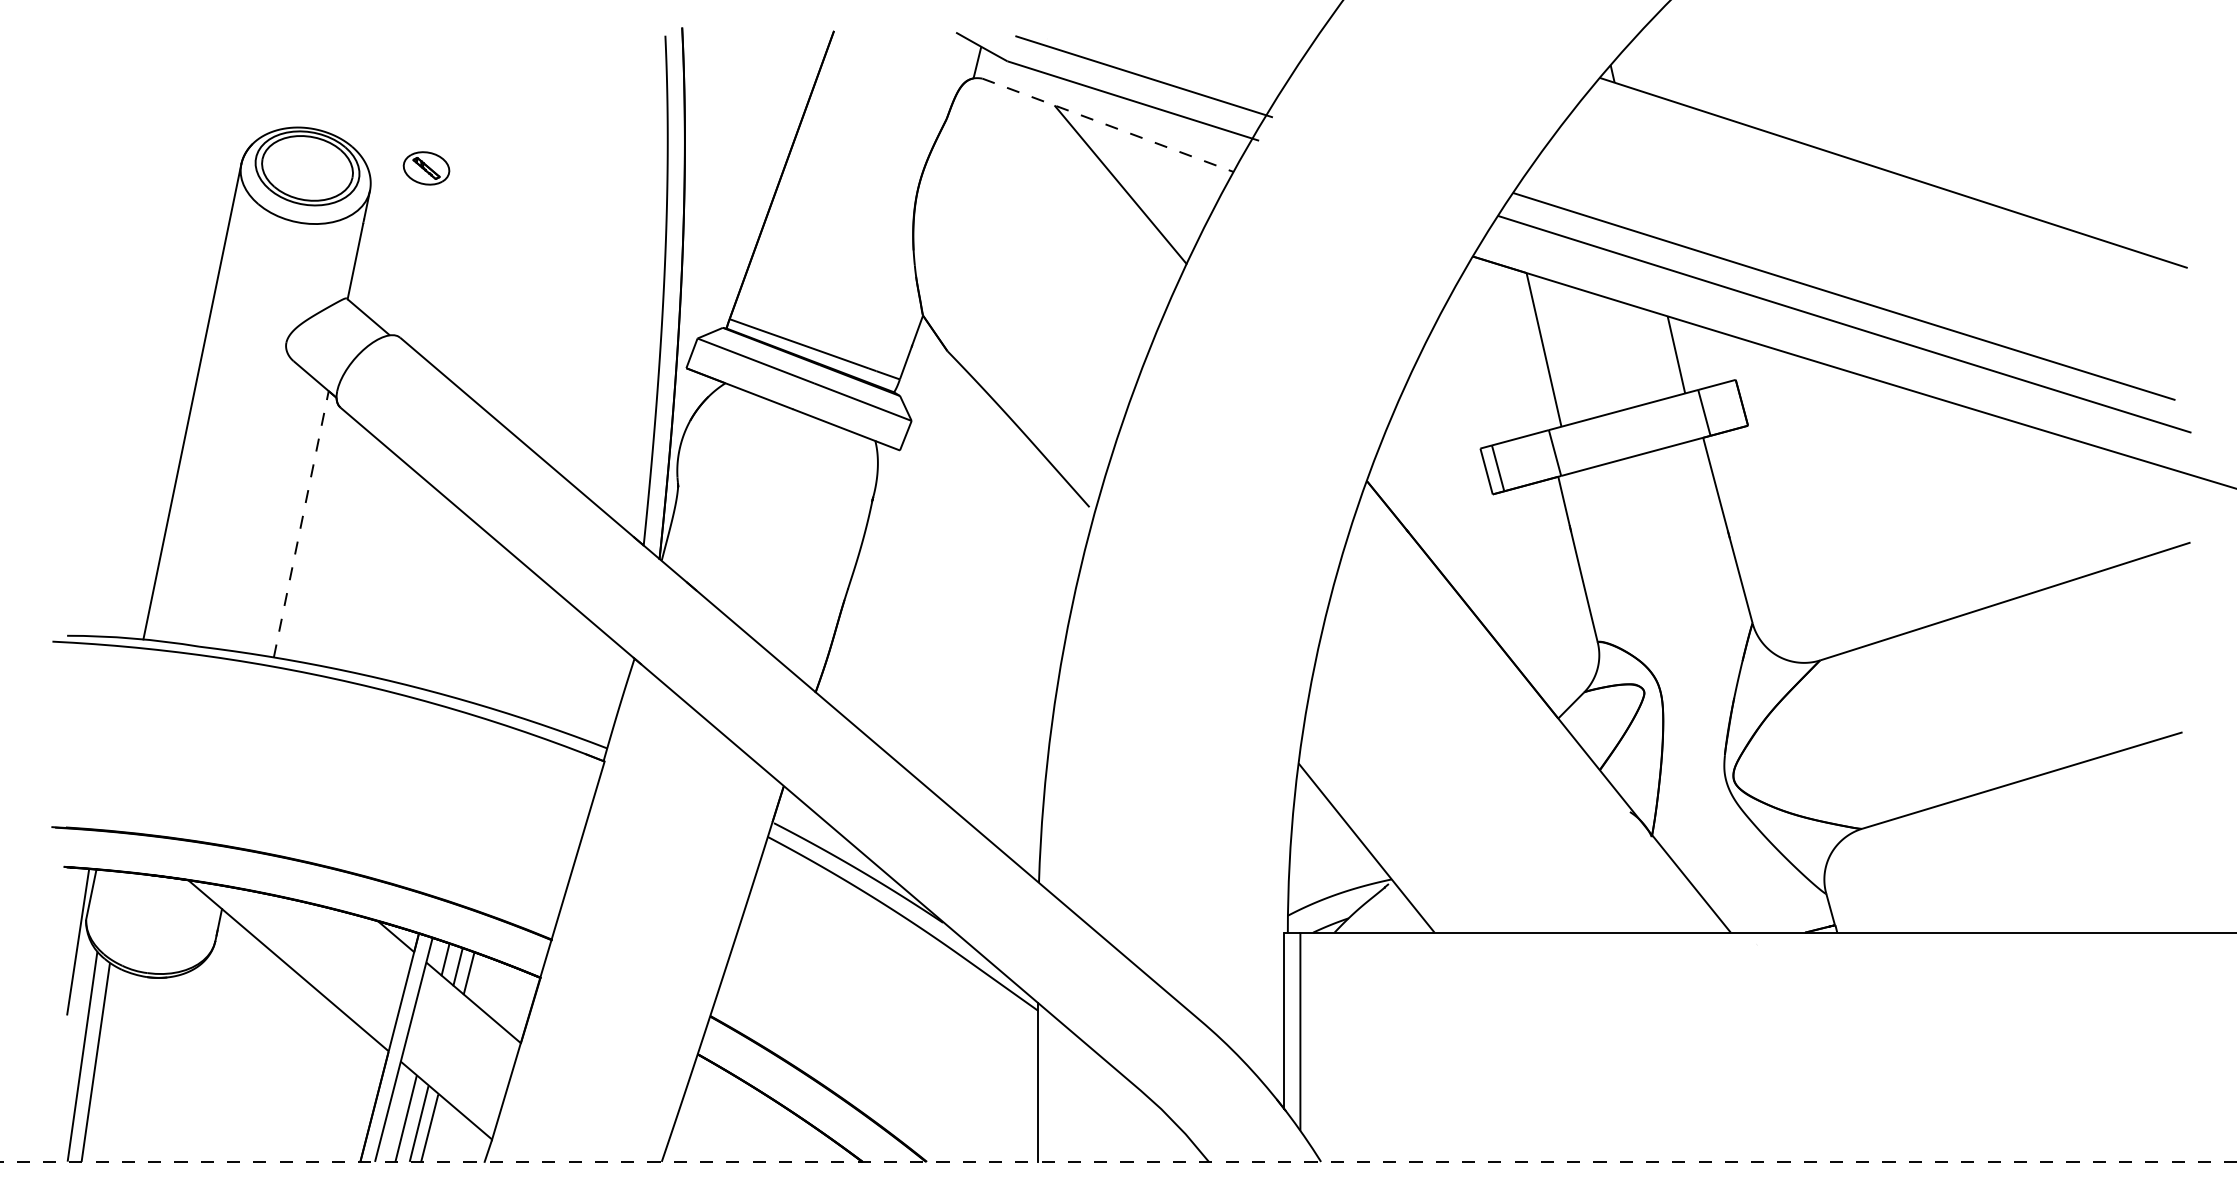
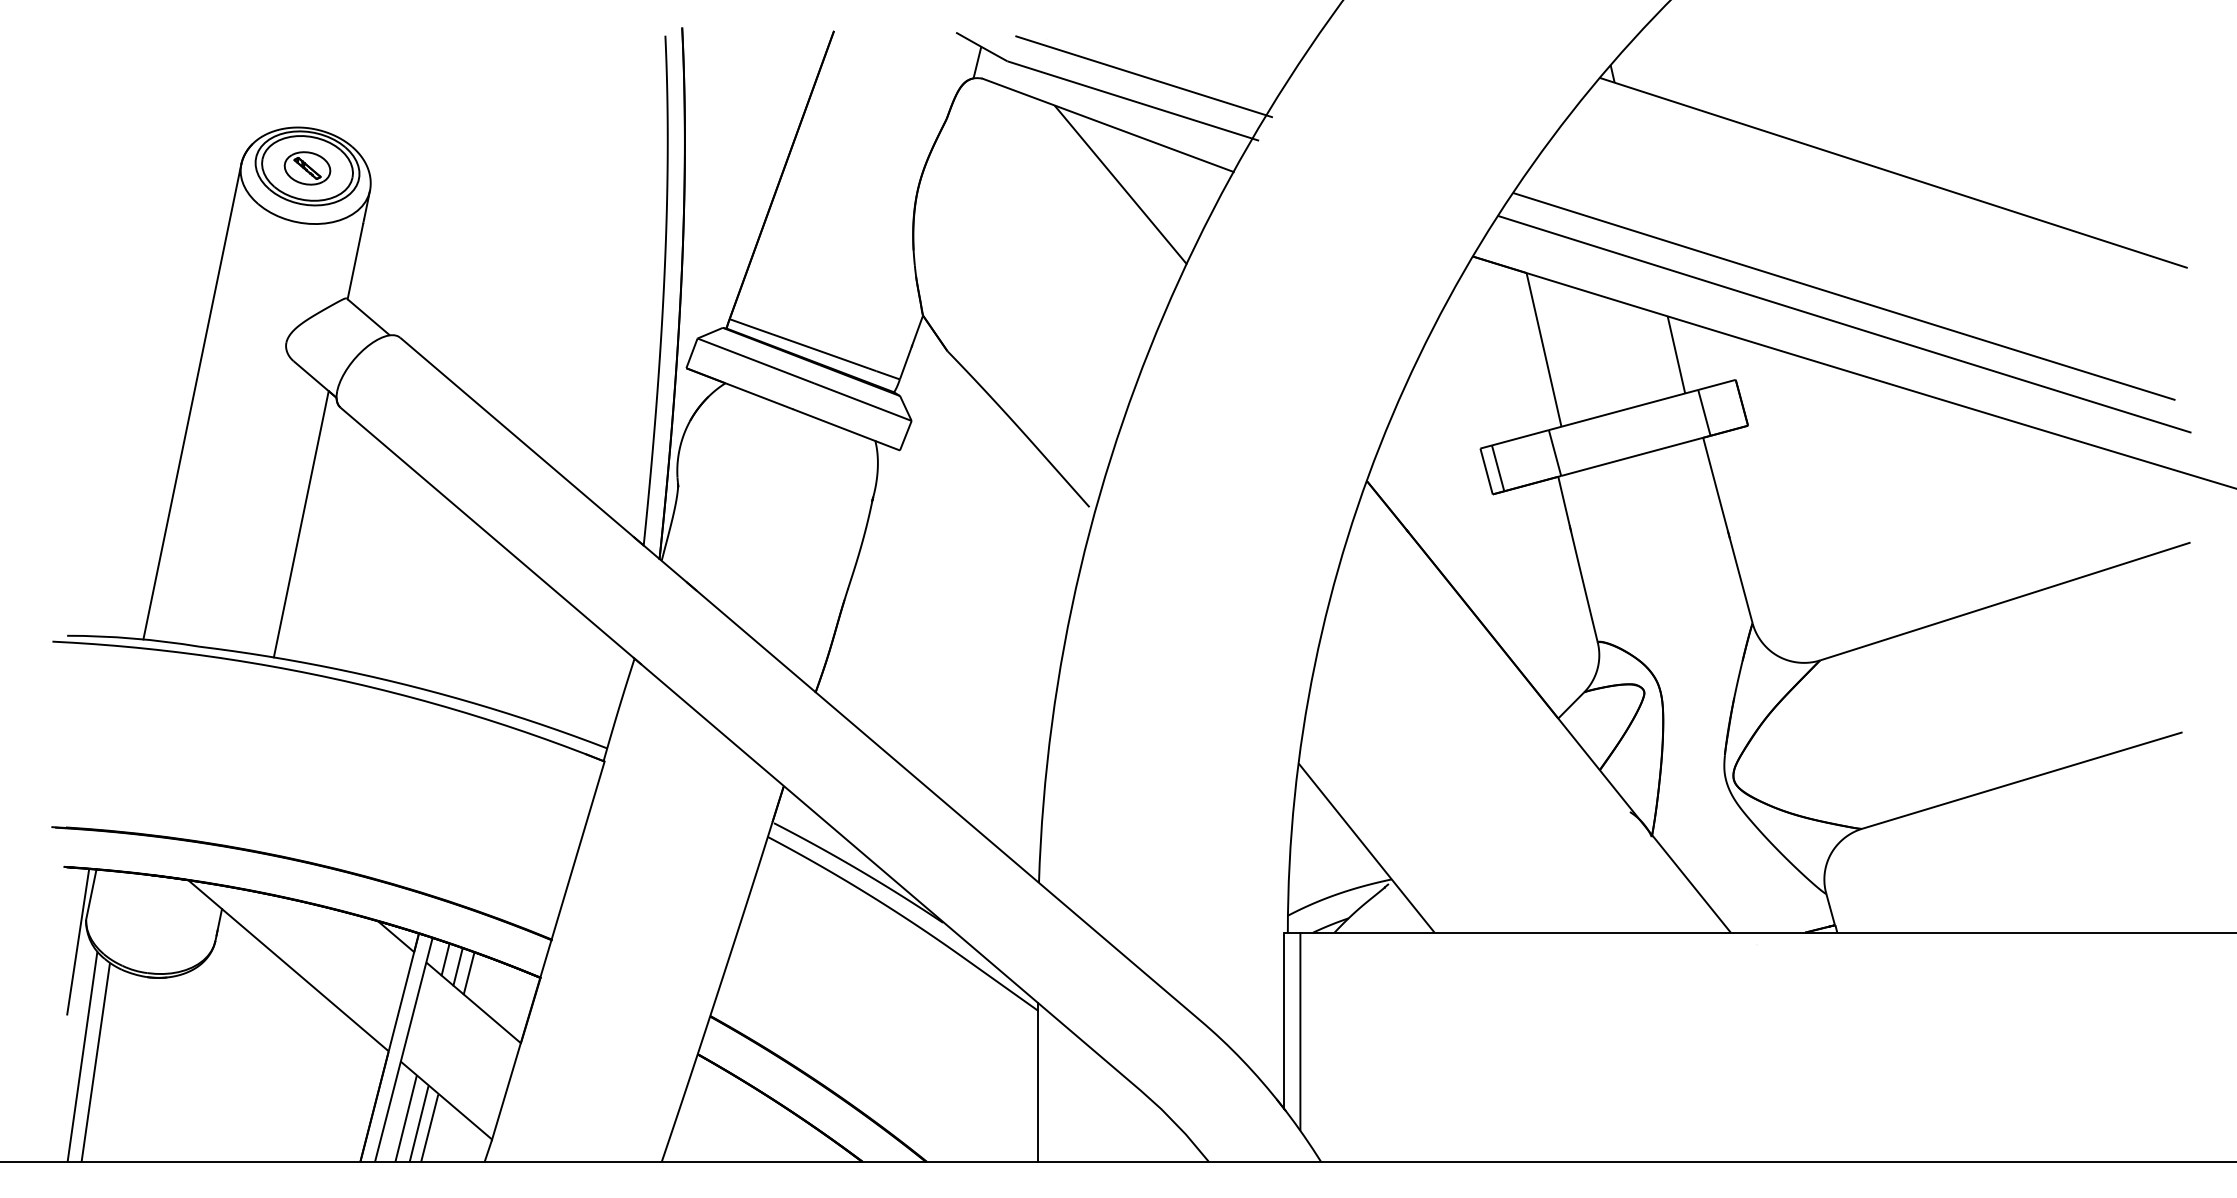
line at (1108, 125): dashed -> solid
part at (426, 168) position: (426, 168) -> (307, 168)
line at (301, 524): dashed -> solid
line at (1118, 1161): dashed -> solid
